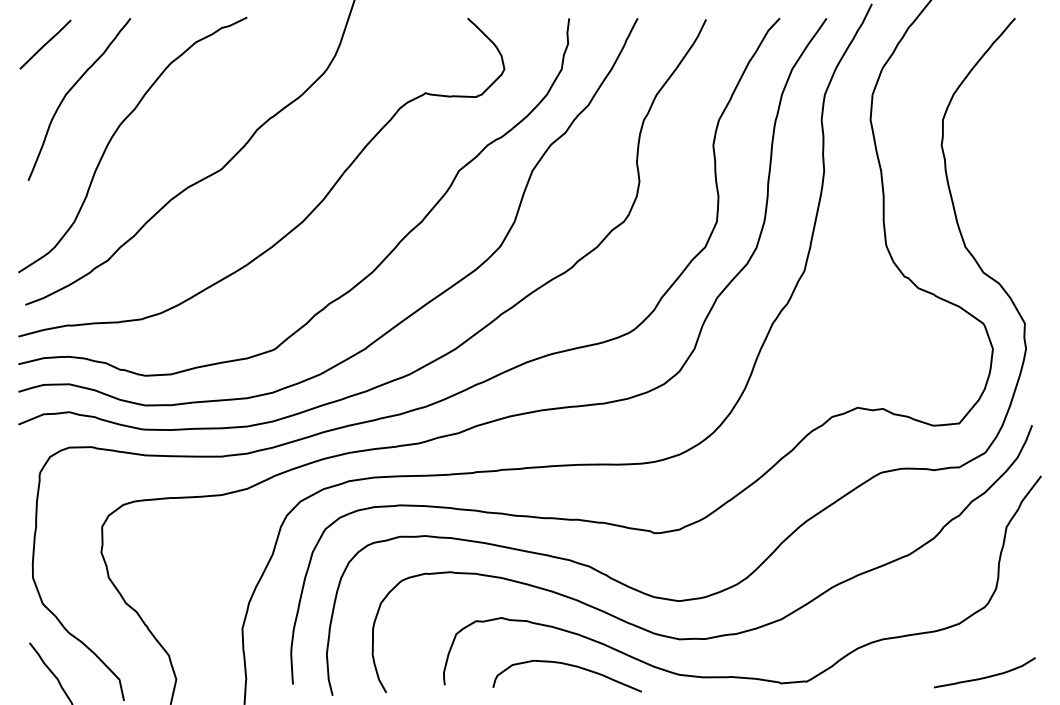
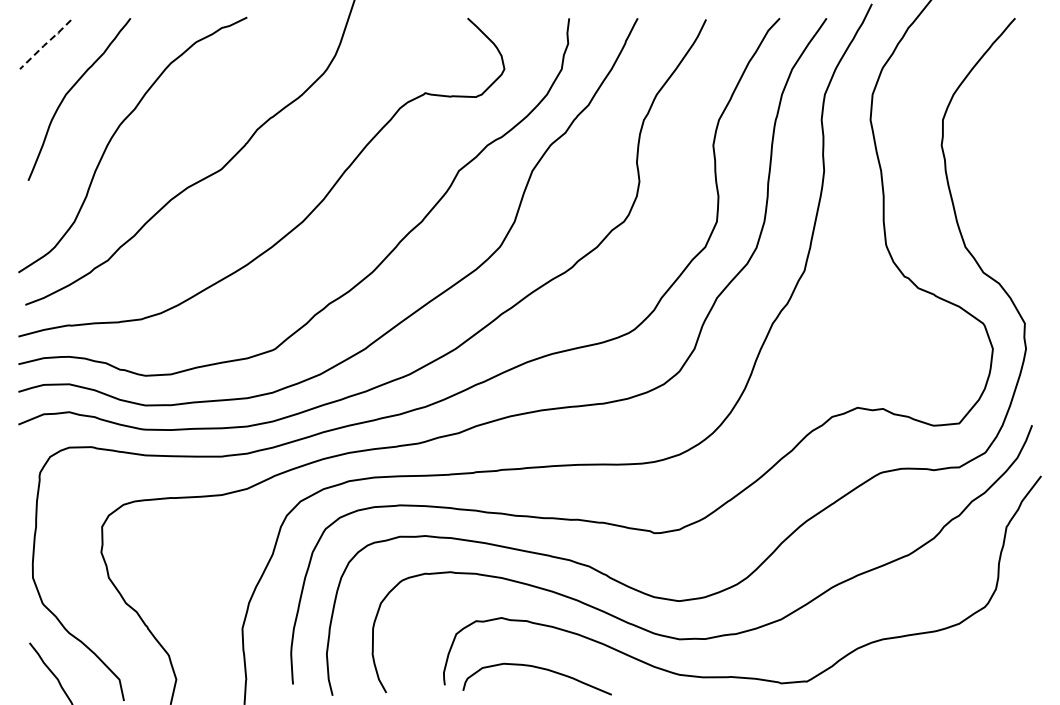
line at (45, 44): solid -> dashed
curve at (566, 665) position: (566, 665) -> (536, 668)
curve at (985, 676): present -> none
